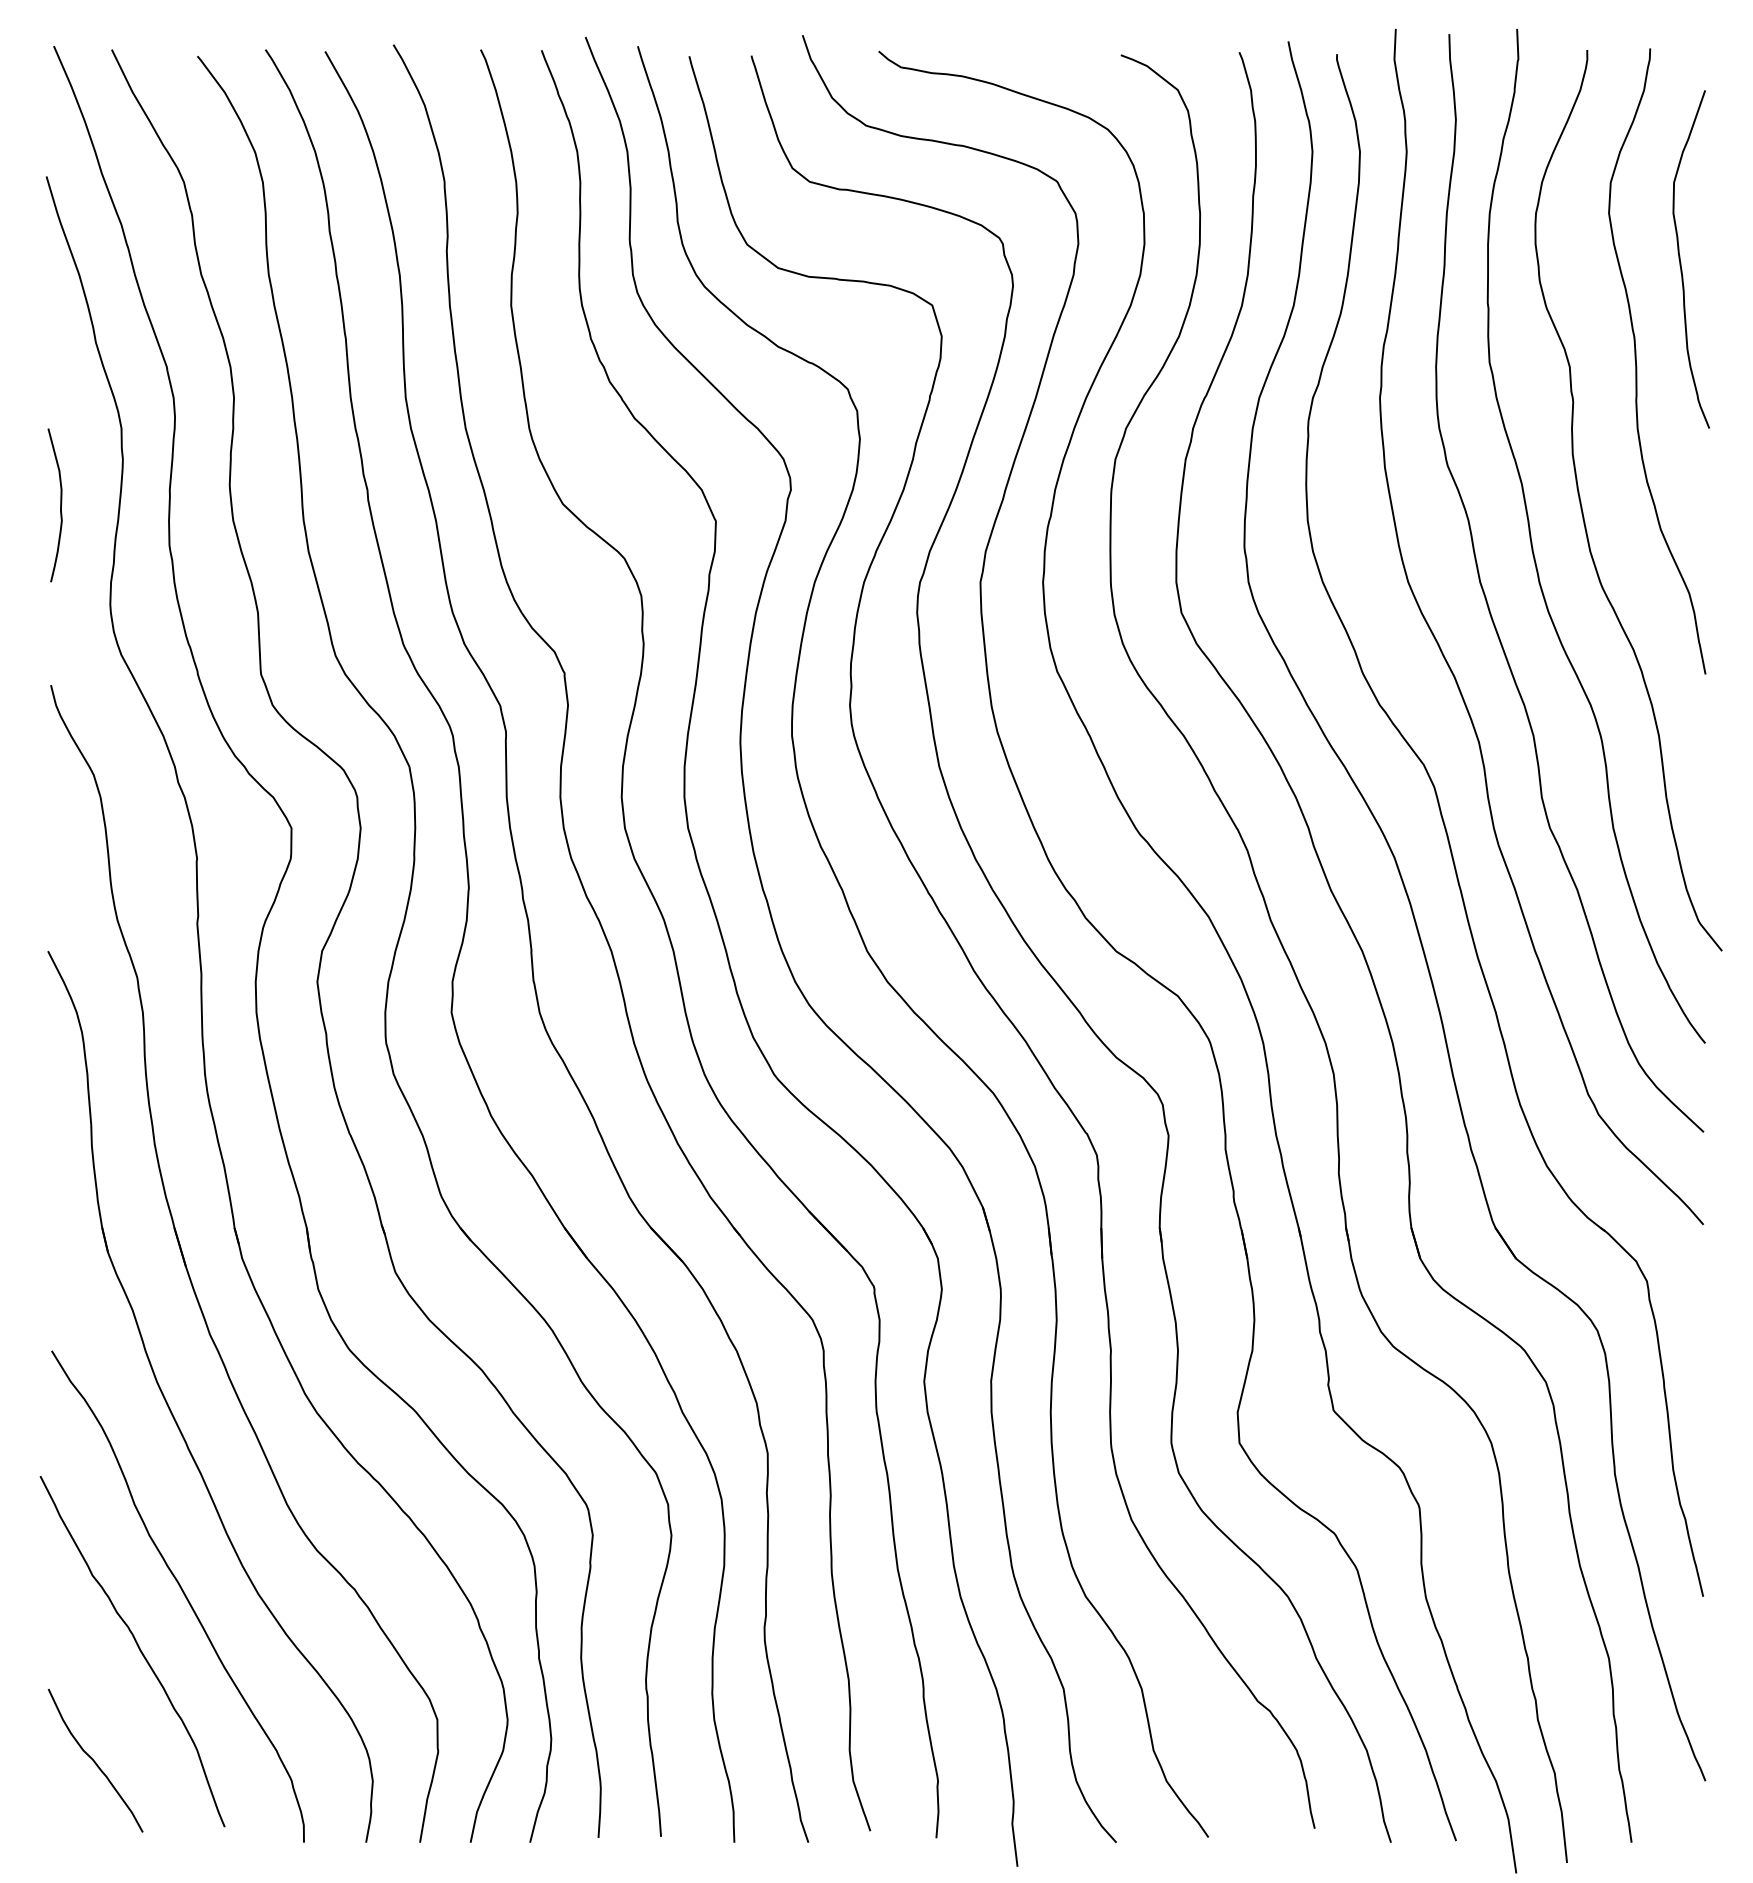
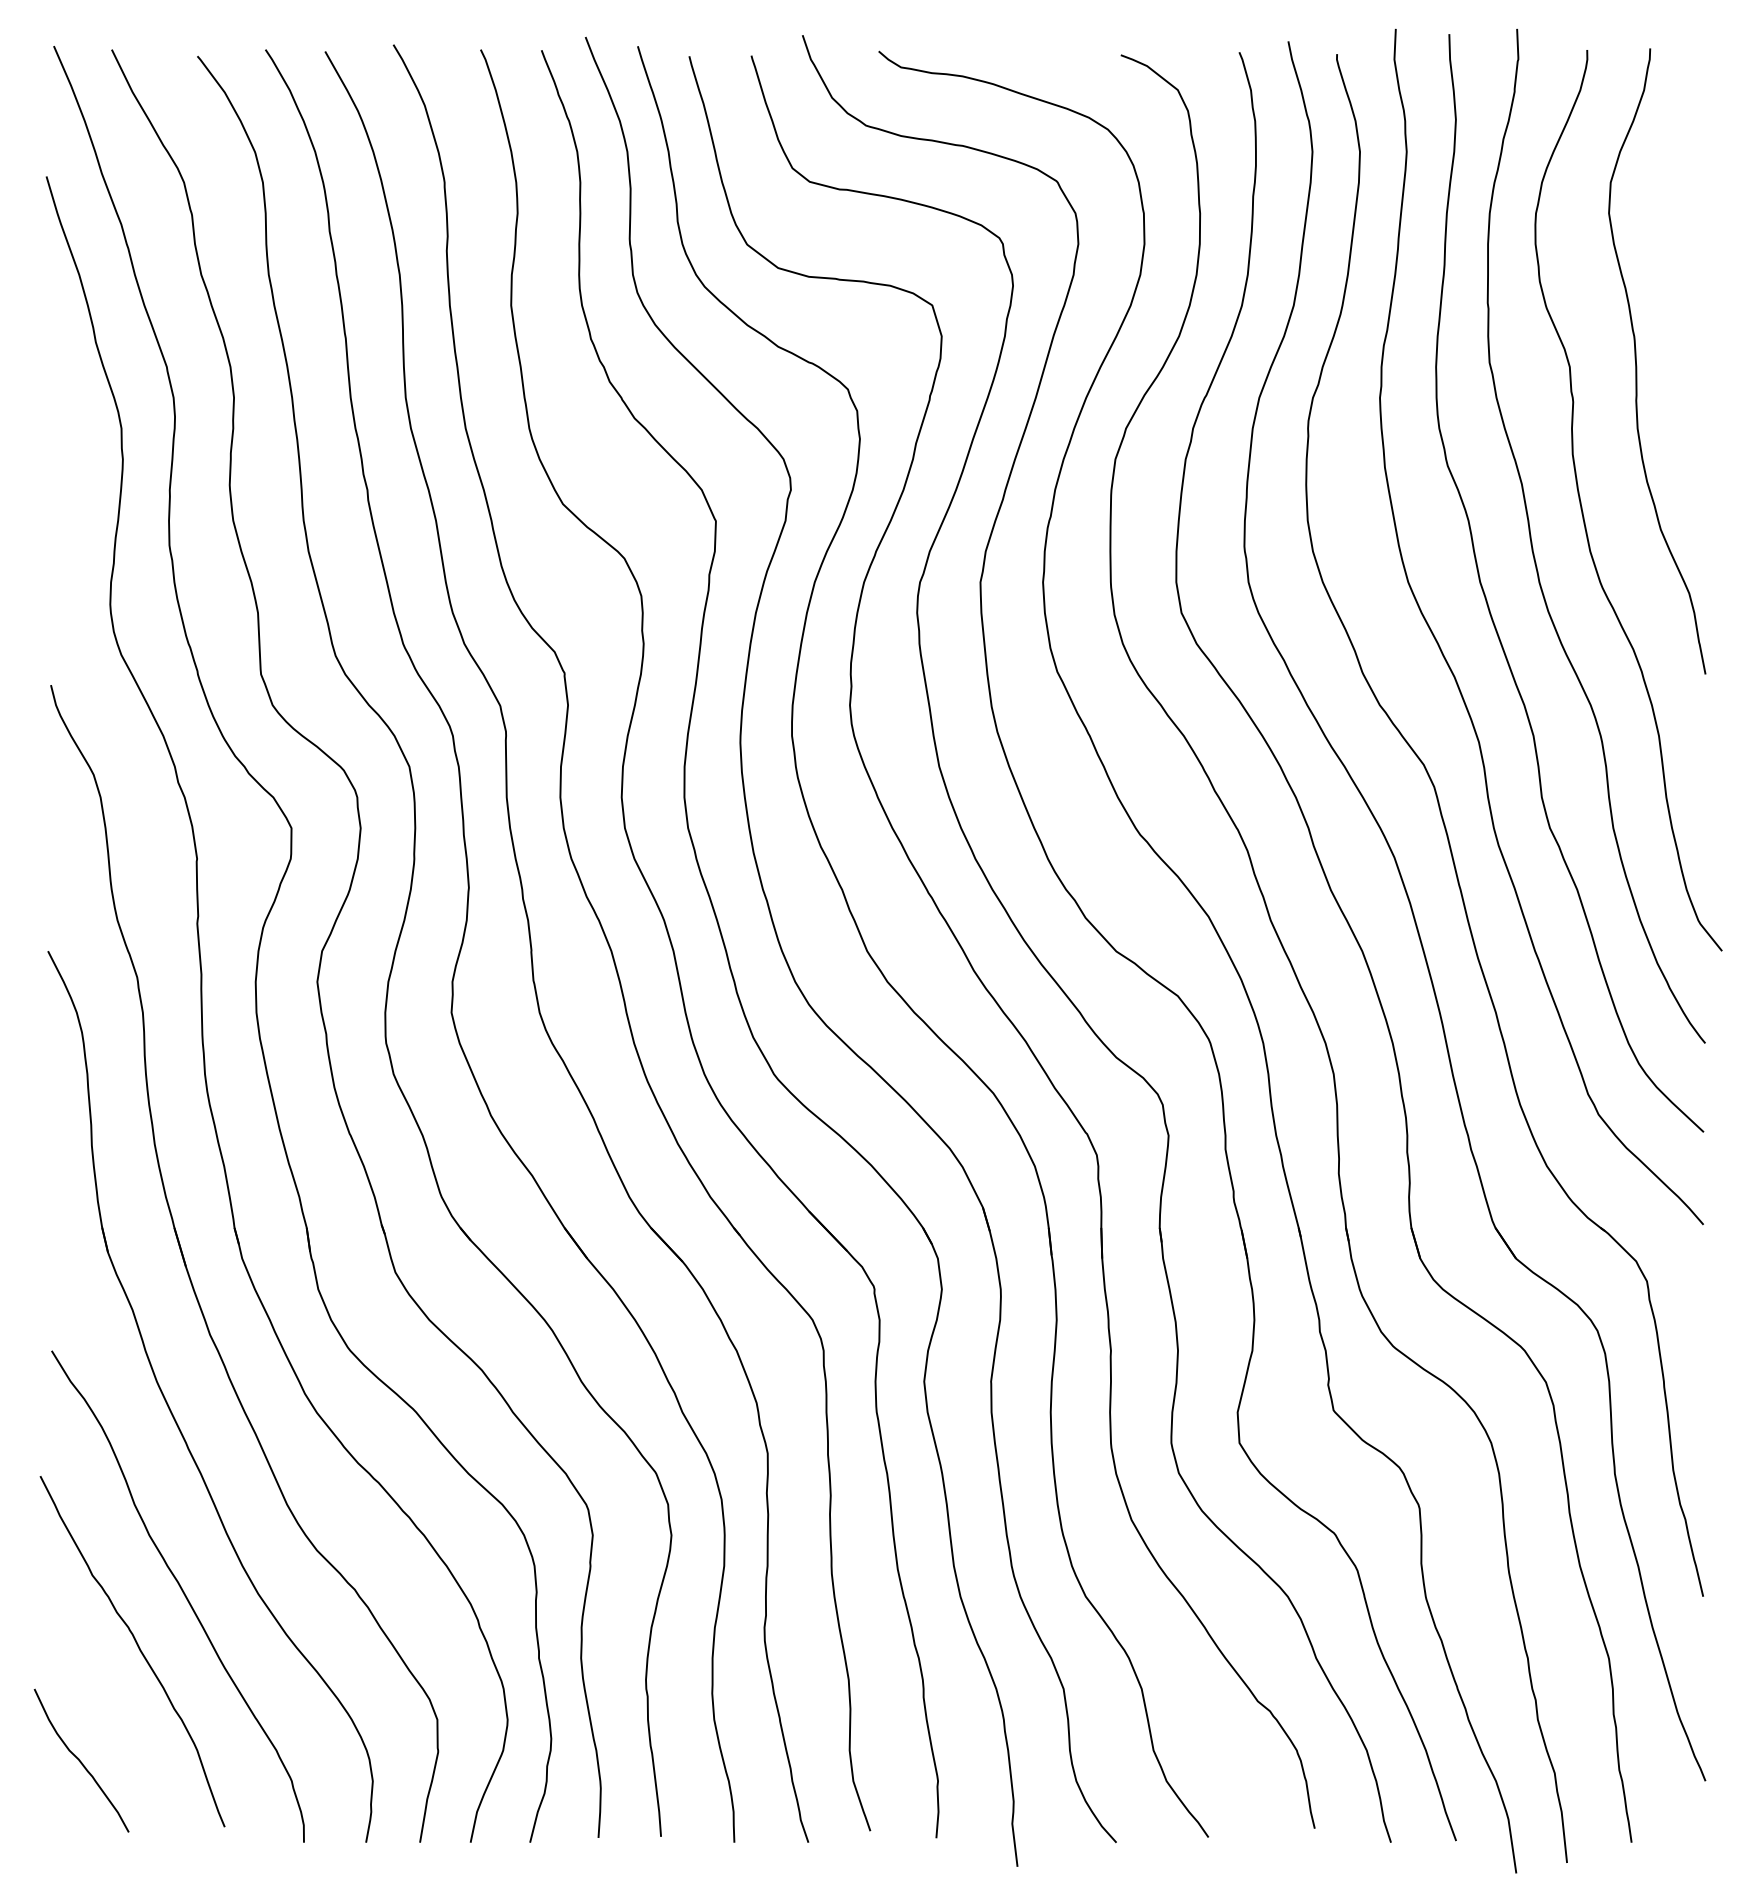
curve at (1681, 262): present -> none
curve at (60, 505): present -> none
curve at (94, 1760) position: (94, 1760) -> (80, 1760)
